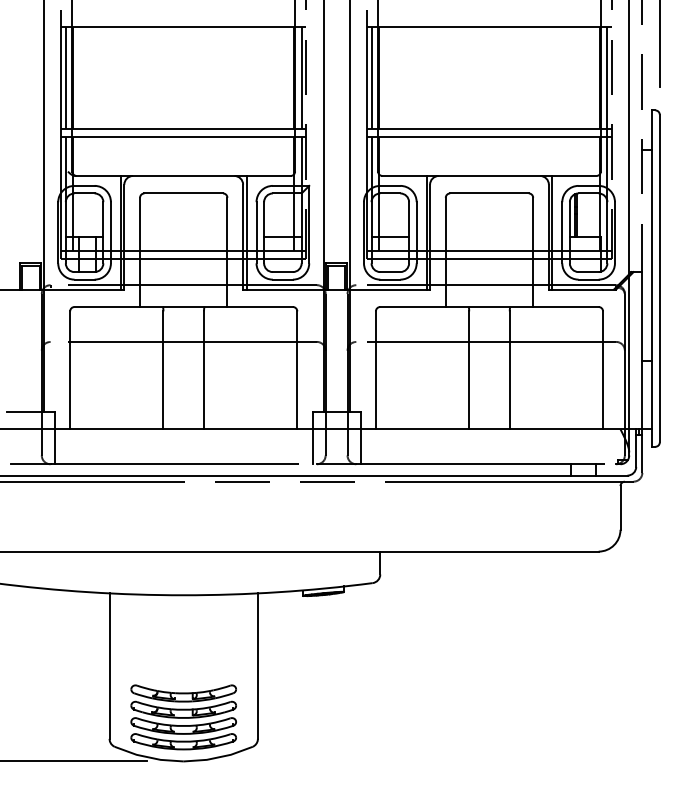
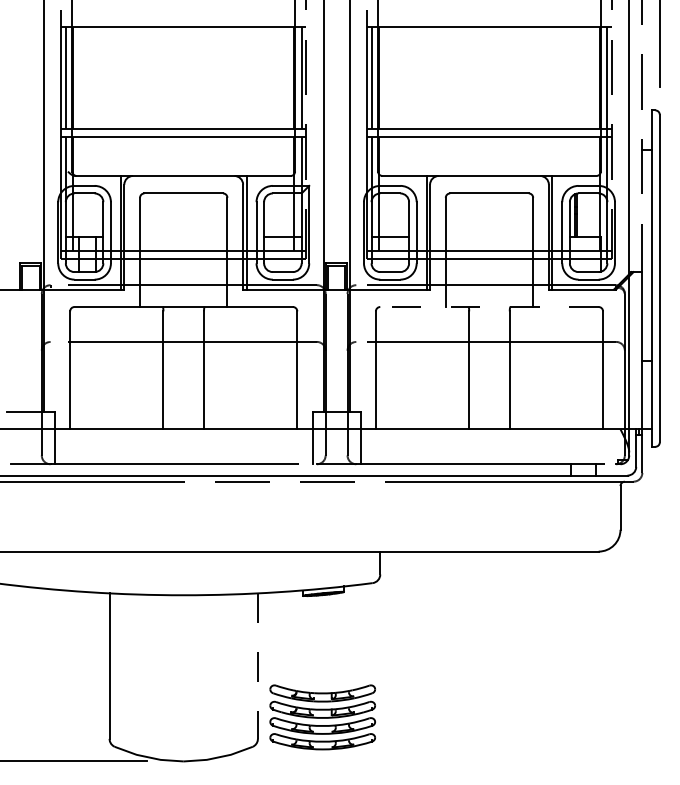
line at (488, 307): solid -> dashed
line at (257, 665): solid -> dashed
part at (183, 717) position: (183, 717) -> (322, 717)
